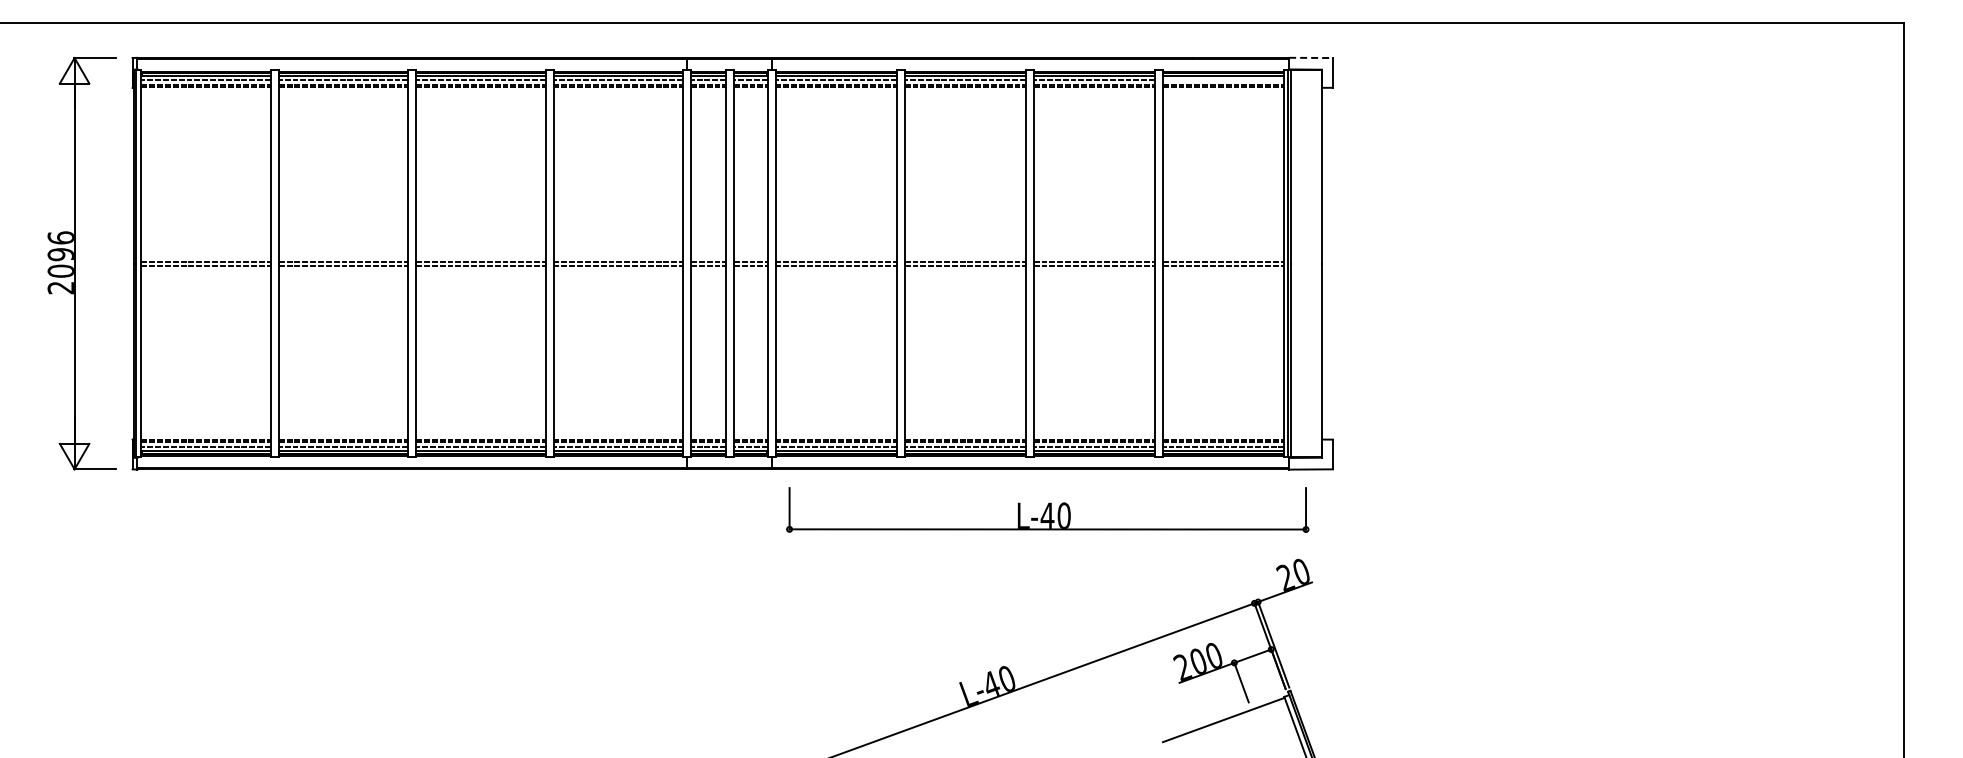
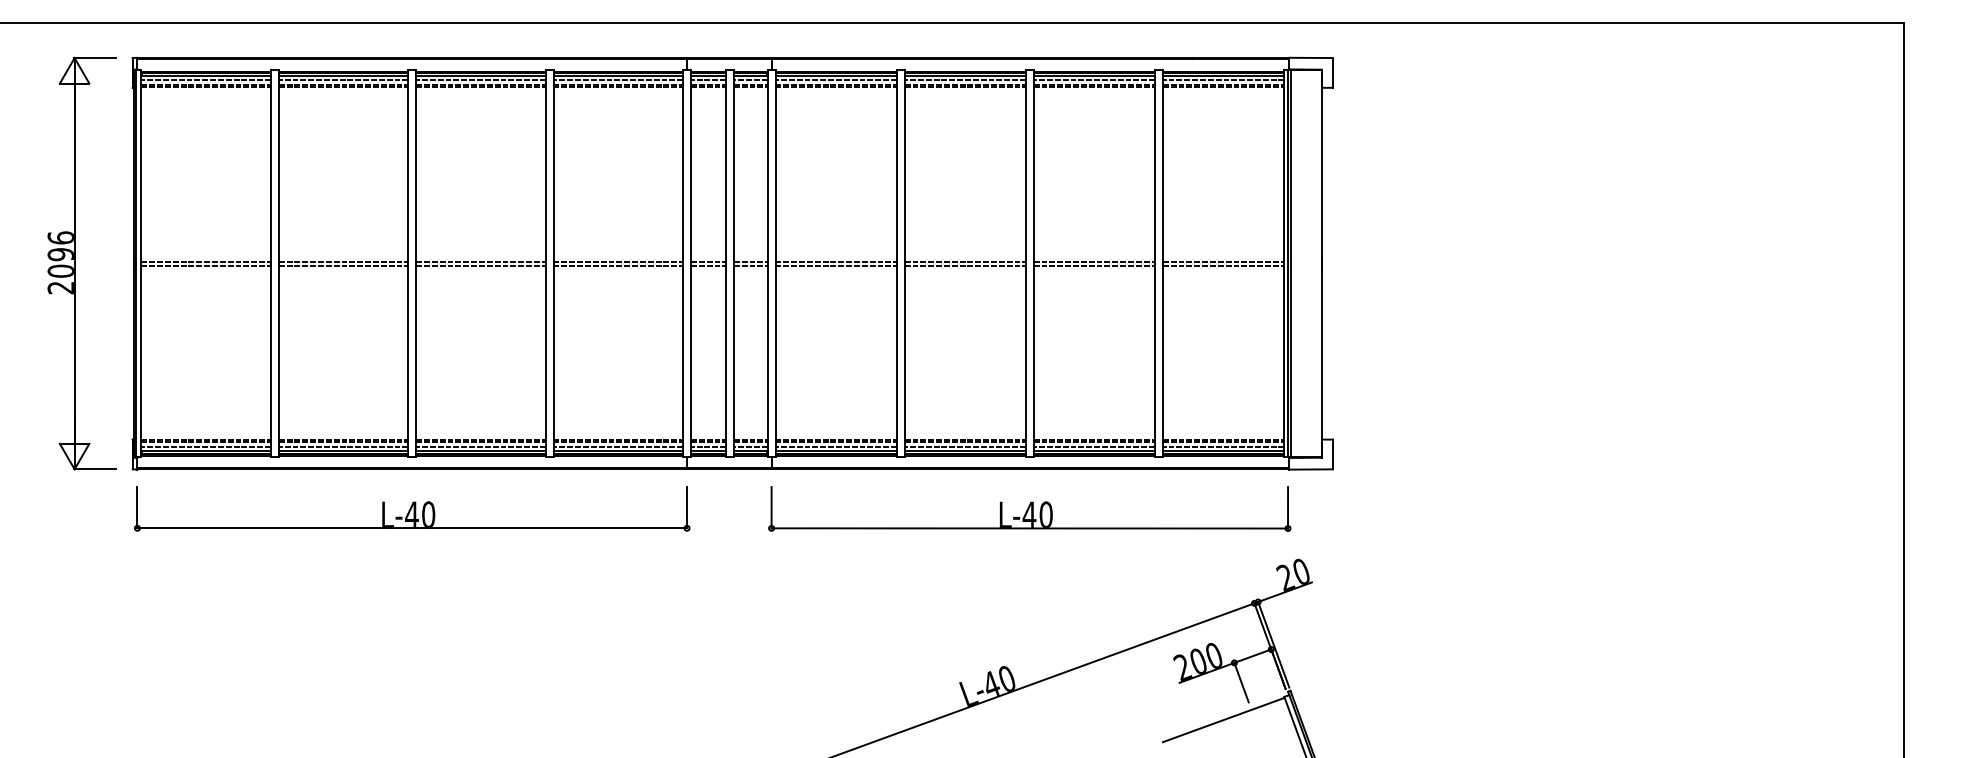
line at (1310, 57): dashed -> solid
line at (1223, 80): none -> present
part at (412, 508): none -> present
part at (1047, 509) position: (1047, 509) -> (1029, 508)
